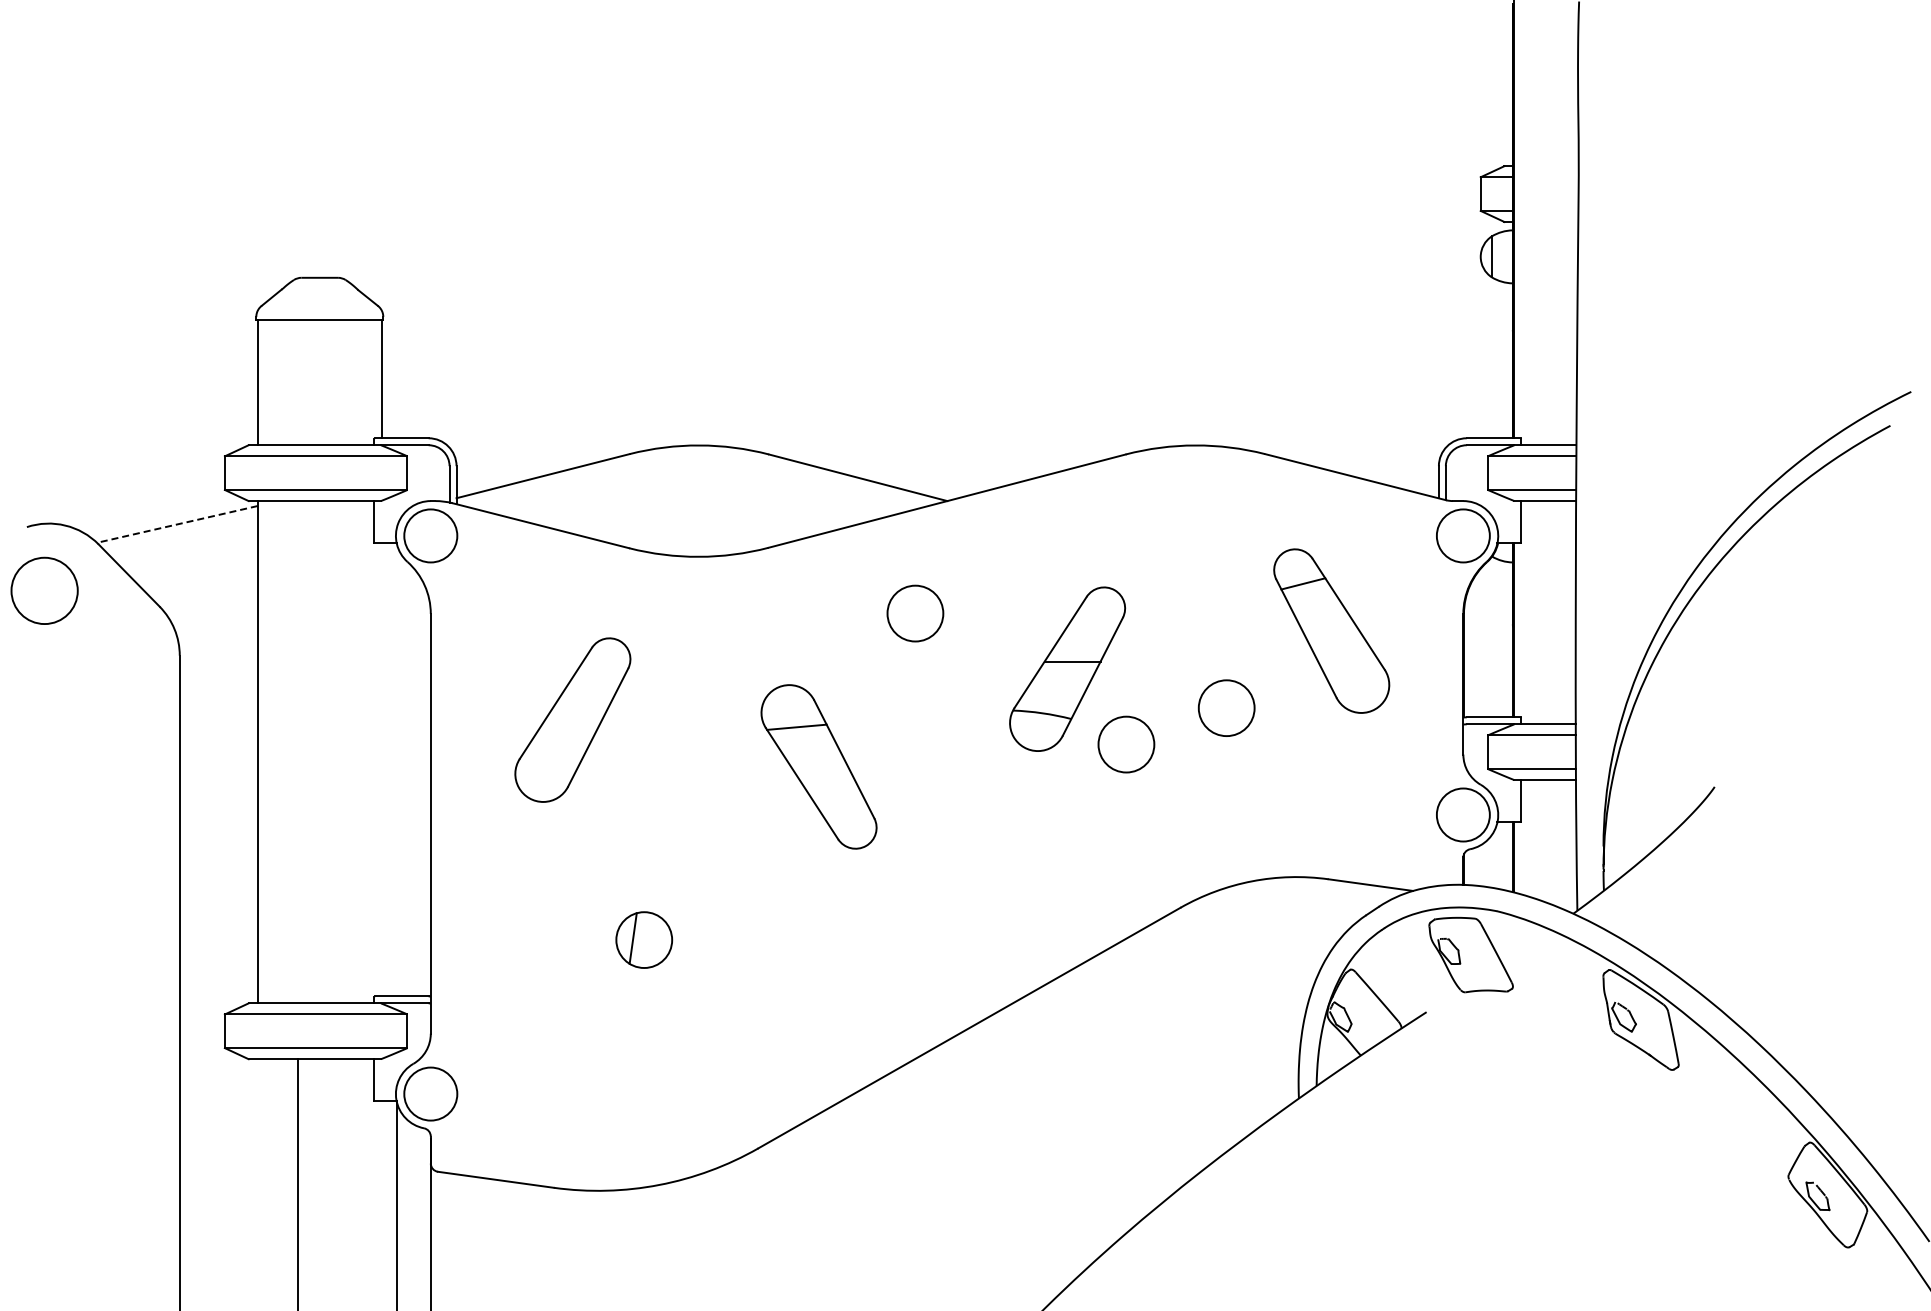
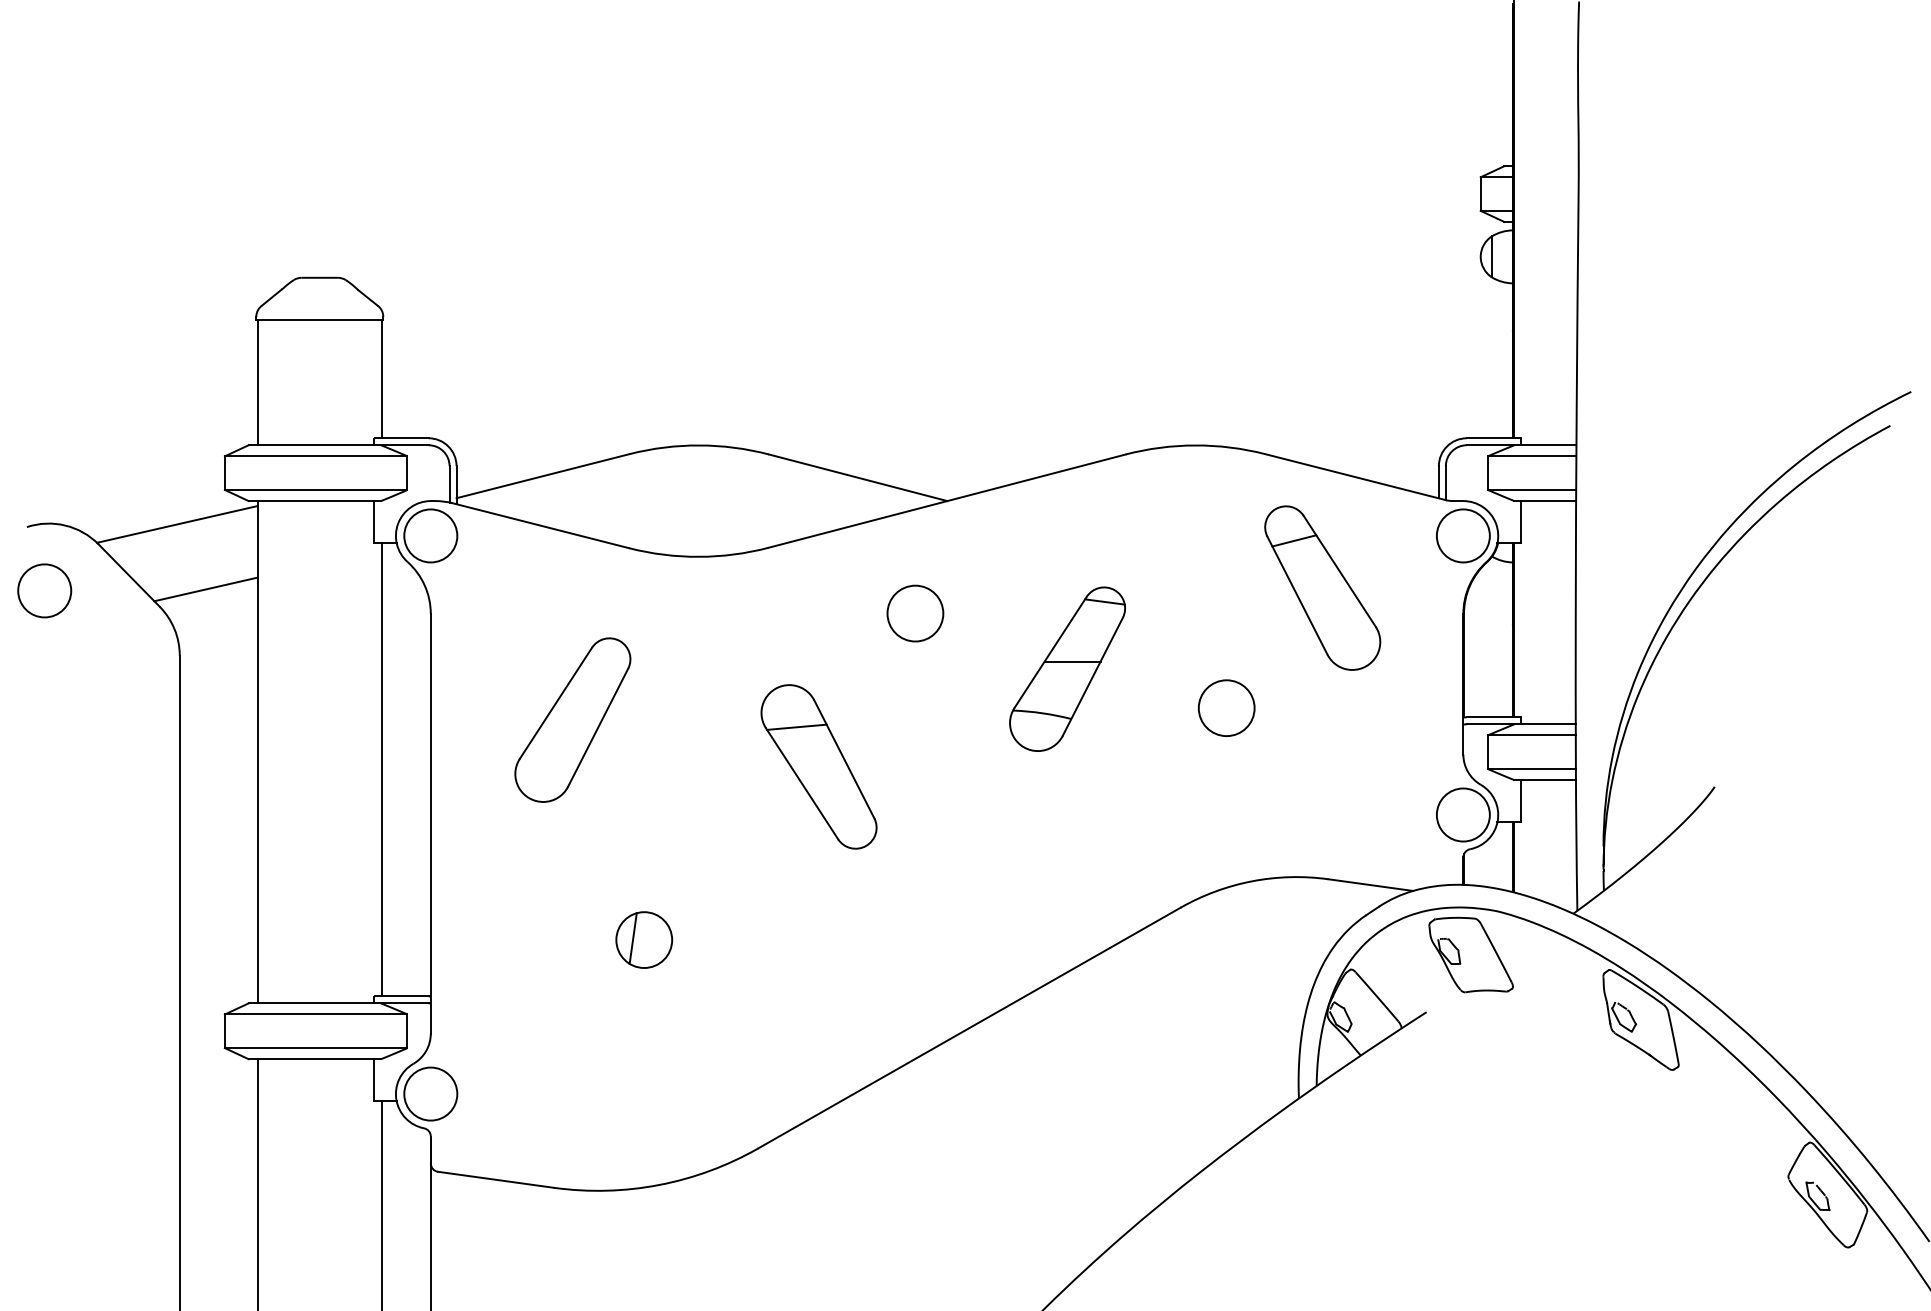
line at (176, 524): dashed -> solid
line at (205, 589): none -> present
circle at (44, 590) size: 69x69 px -> 56x56 px
line at (1104, 601): none -> present
part at (1331, 630) position: (1331, 630) -> (1322, 587)
circle at (1126, 744): present -> none
line at (381, 769): none -> present
line at (297, 1183) position: (297, 1183) -> (257, 1183)
line at (396, 1204) position: (396, 1204) -> (381, 1204)
